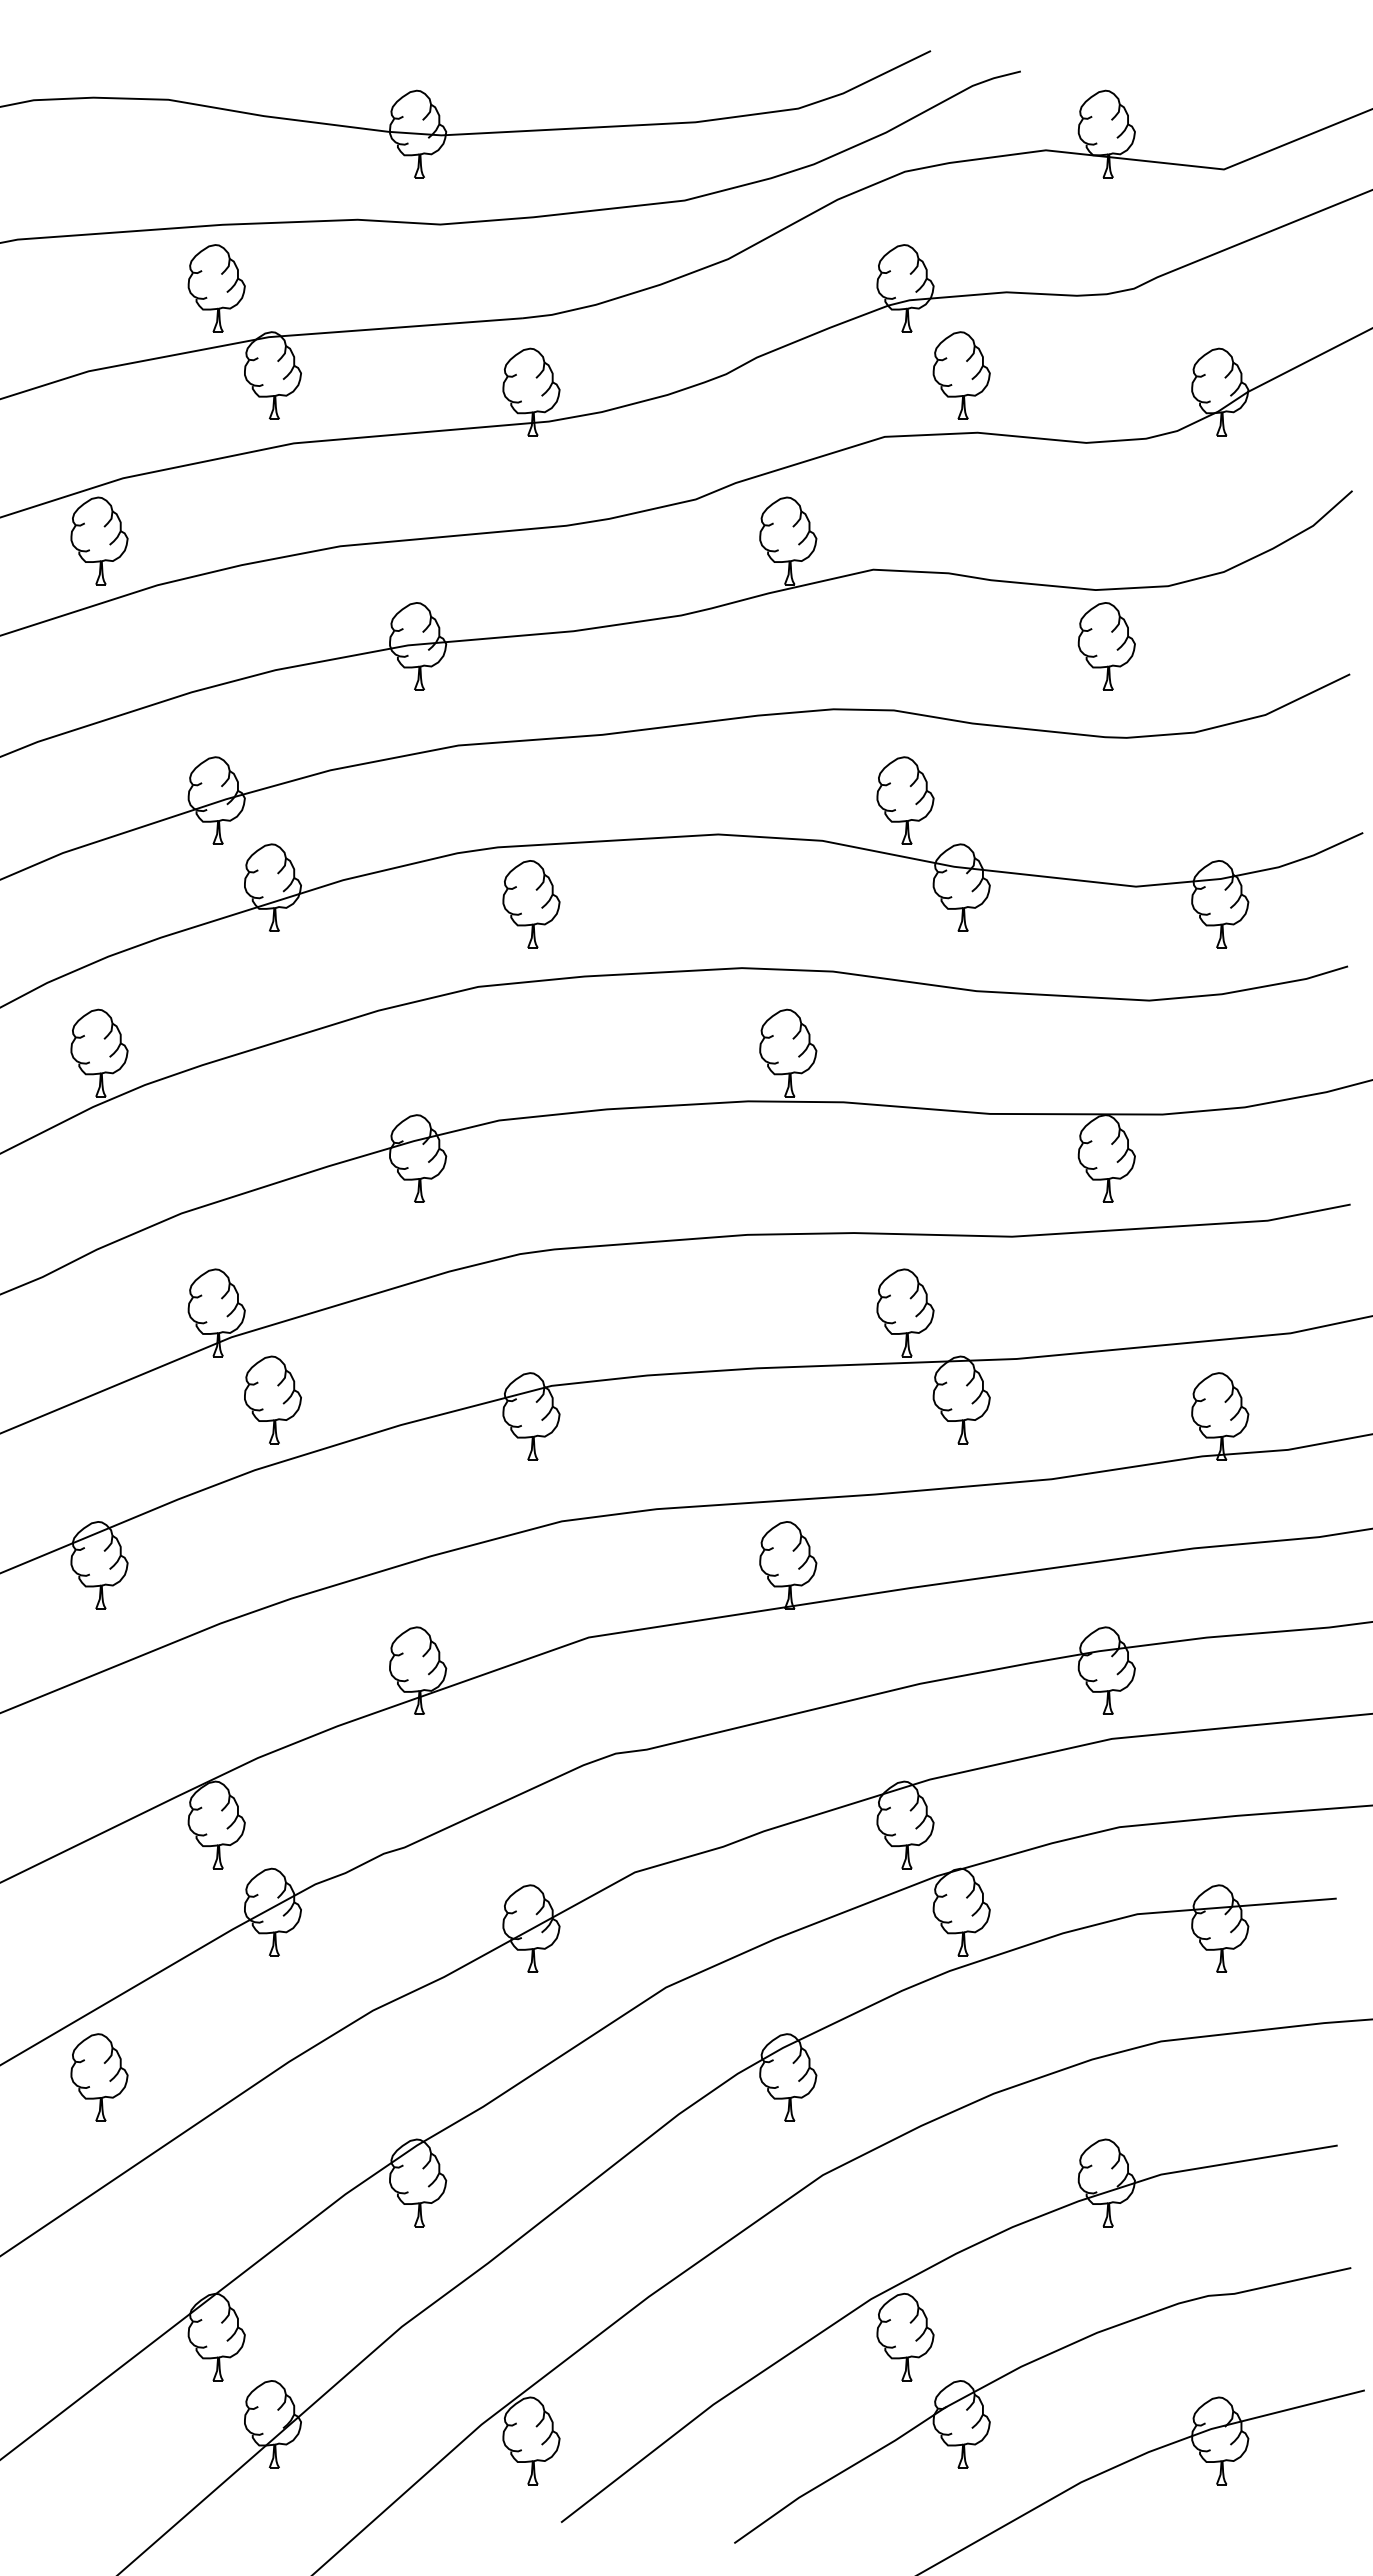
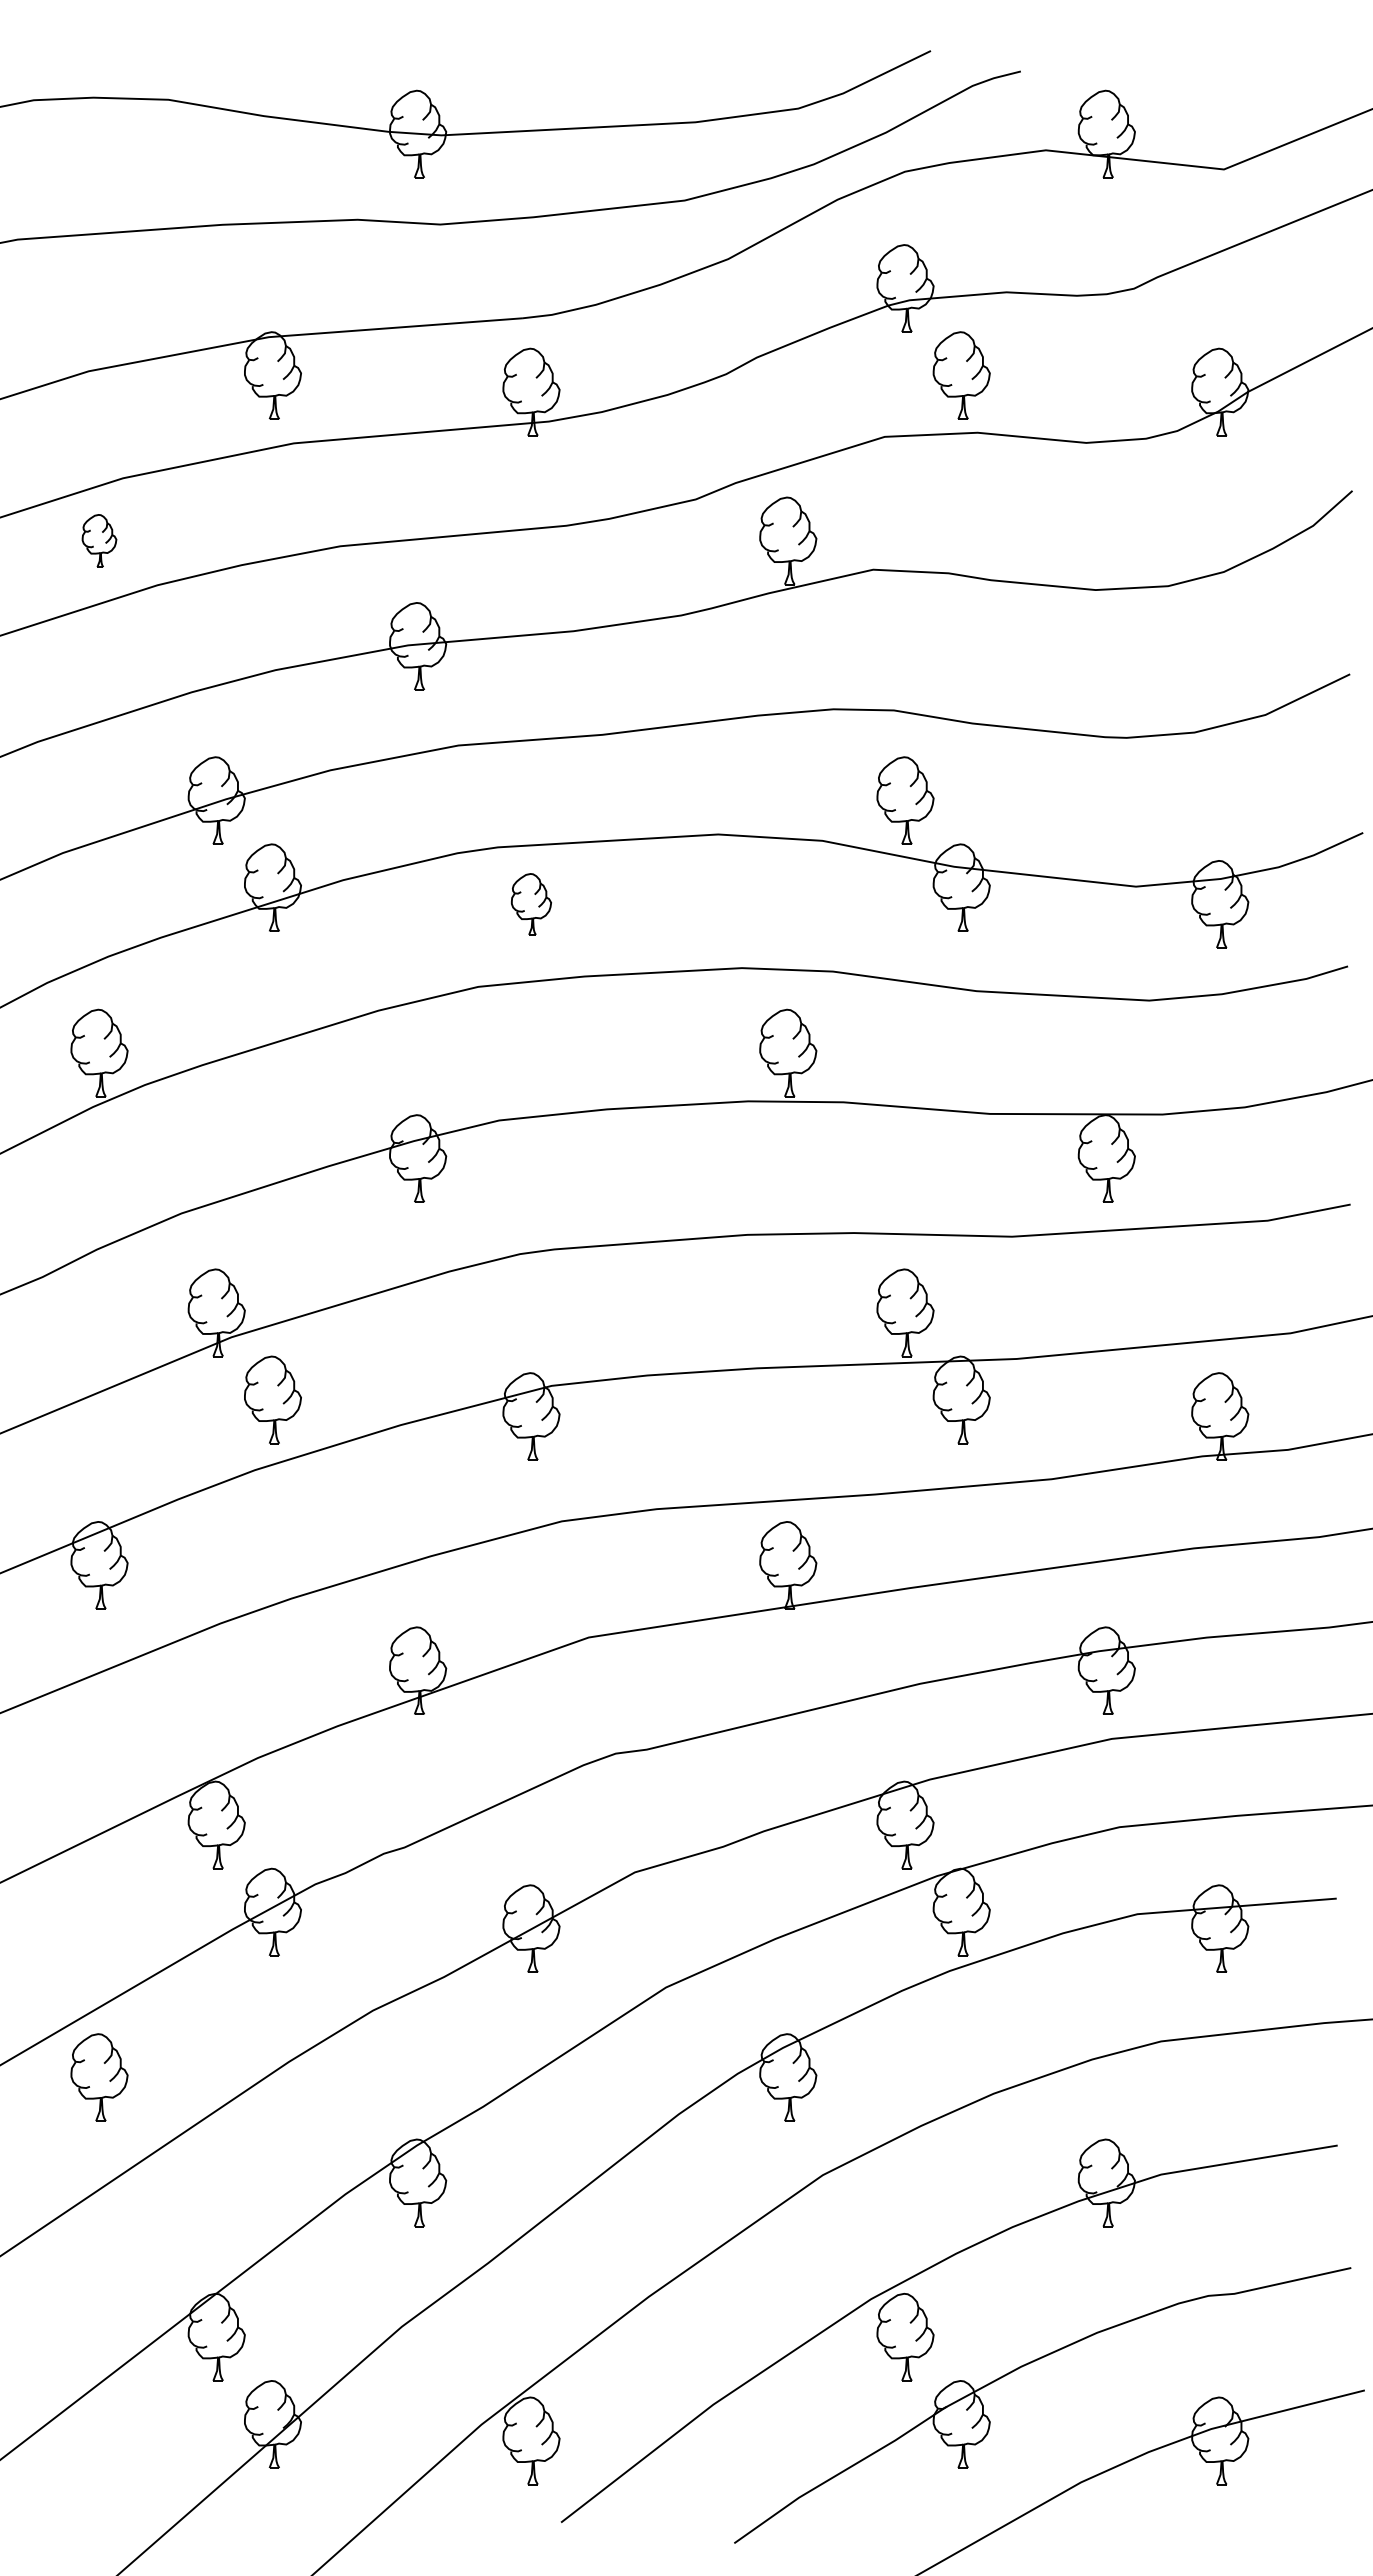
part at (216, 288): present -> none
part at (99, 540) size: 59x90 px -> 37x54 px
part at (1106, 646): present -> none
part at (531, 904) size: 59x89 px -> 41x63 px
